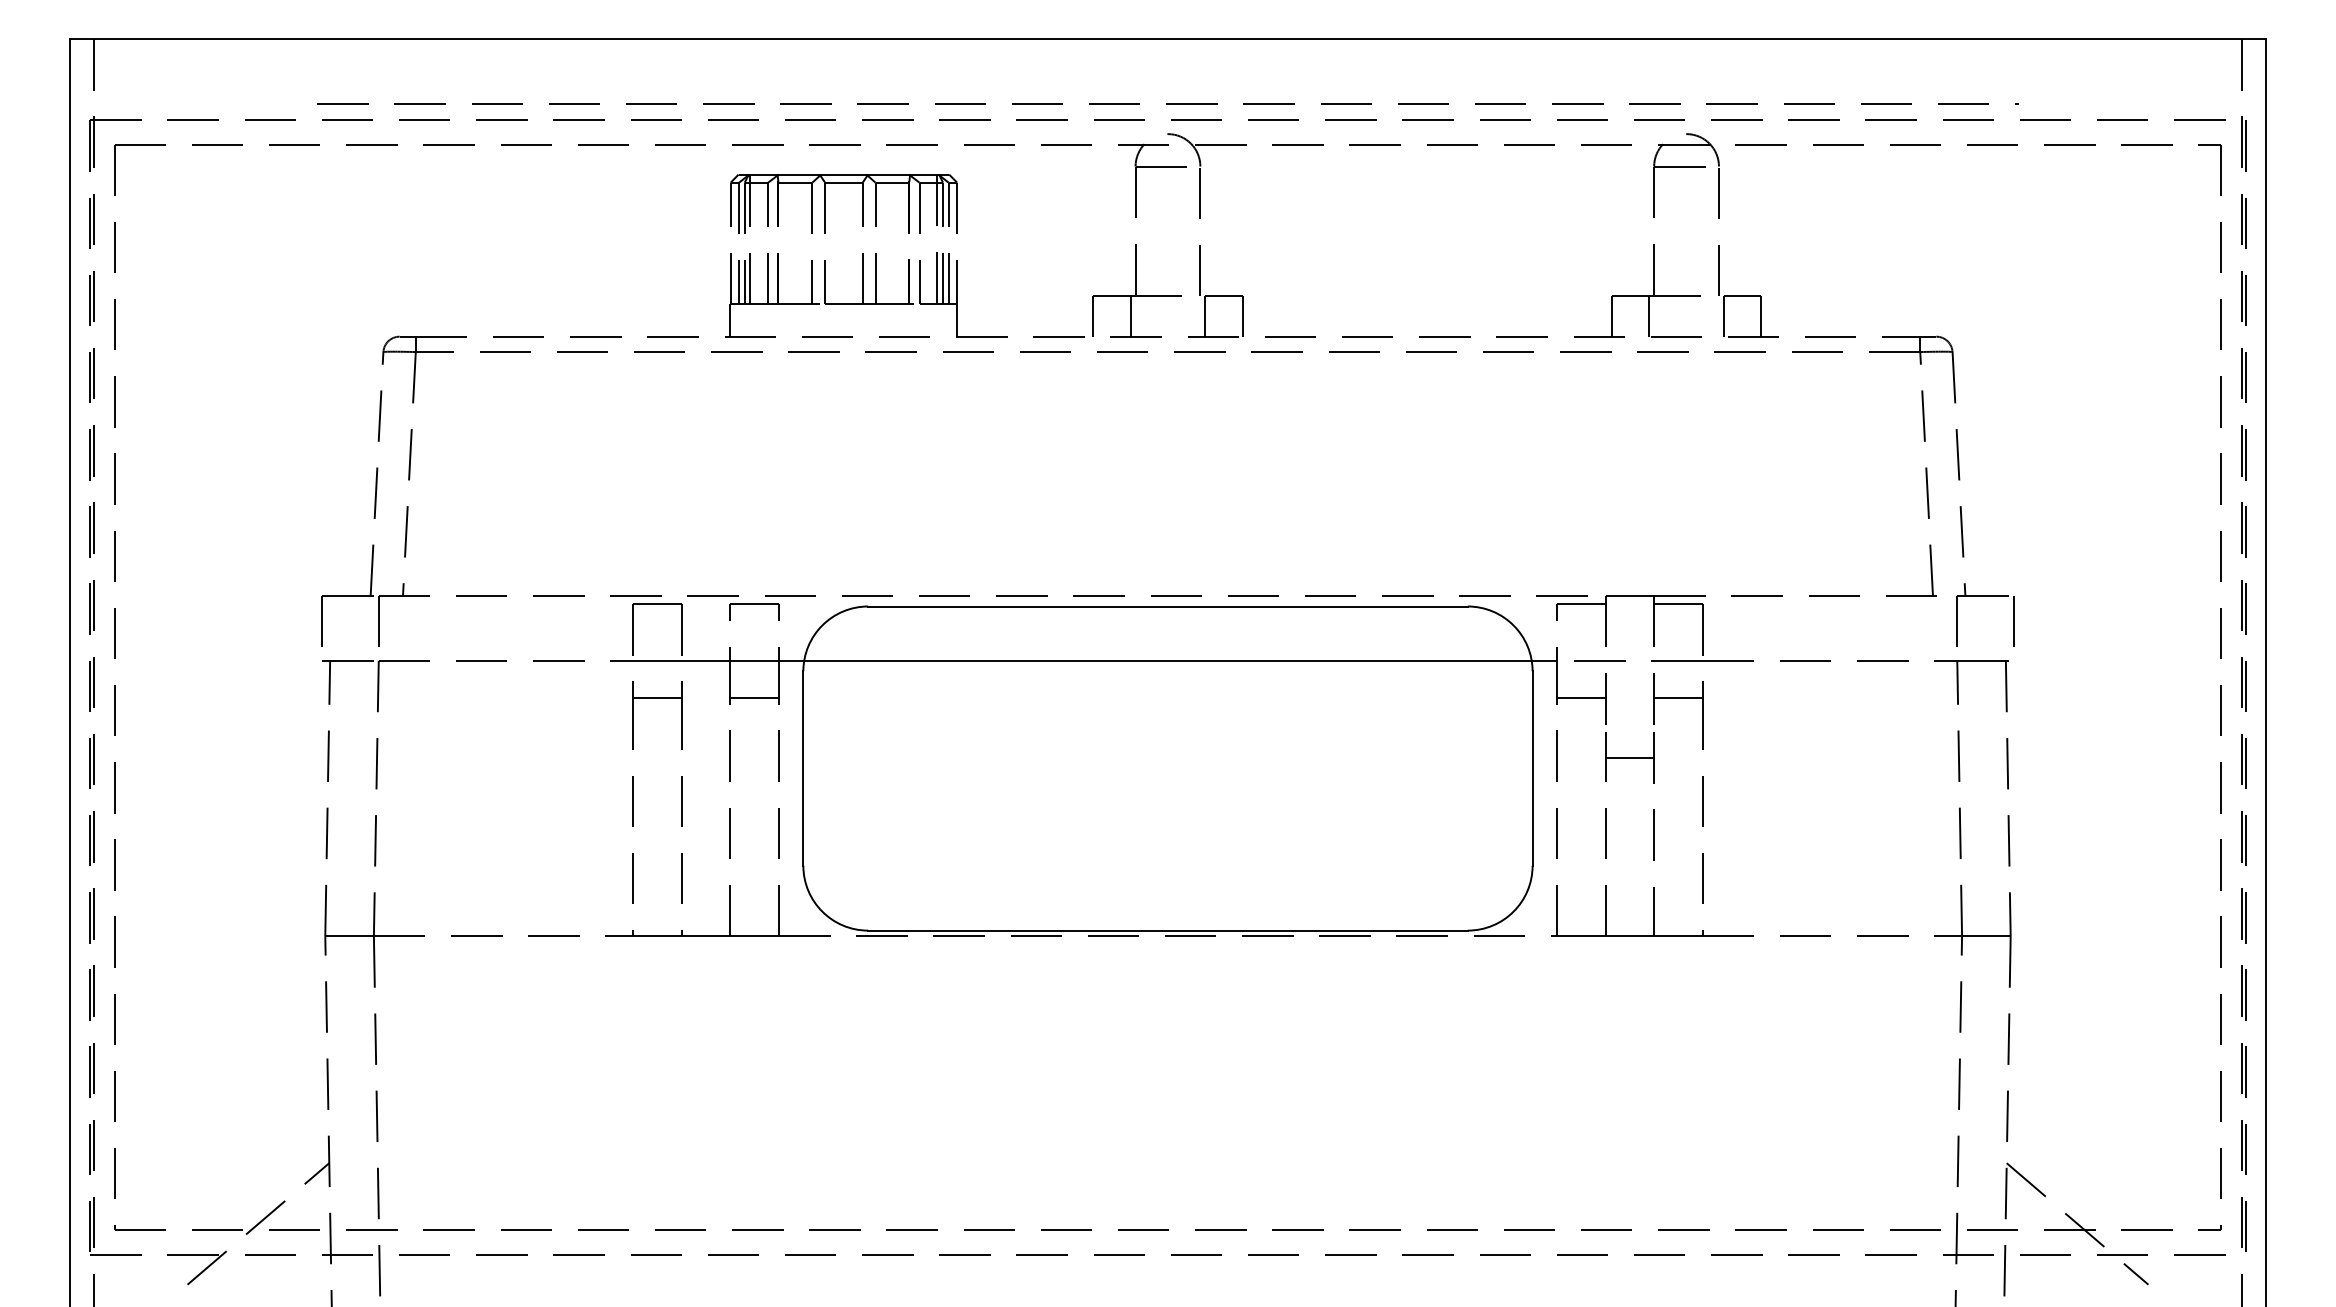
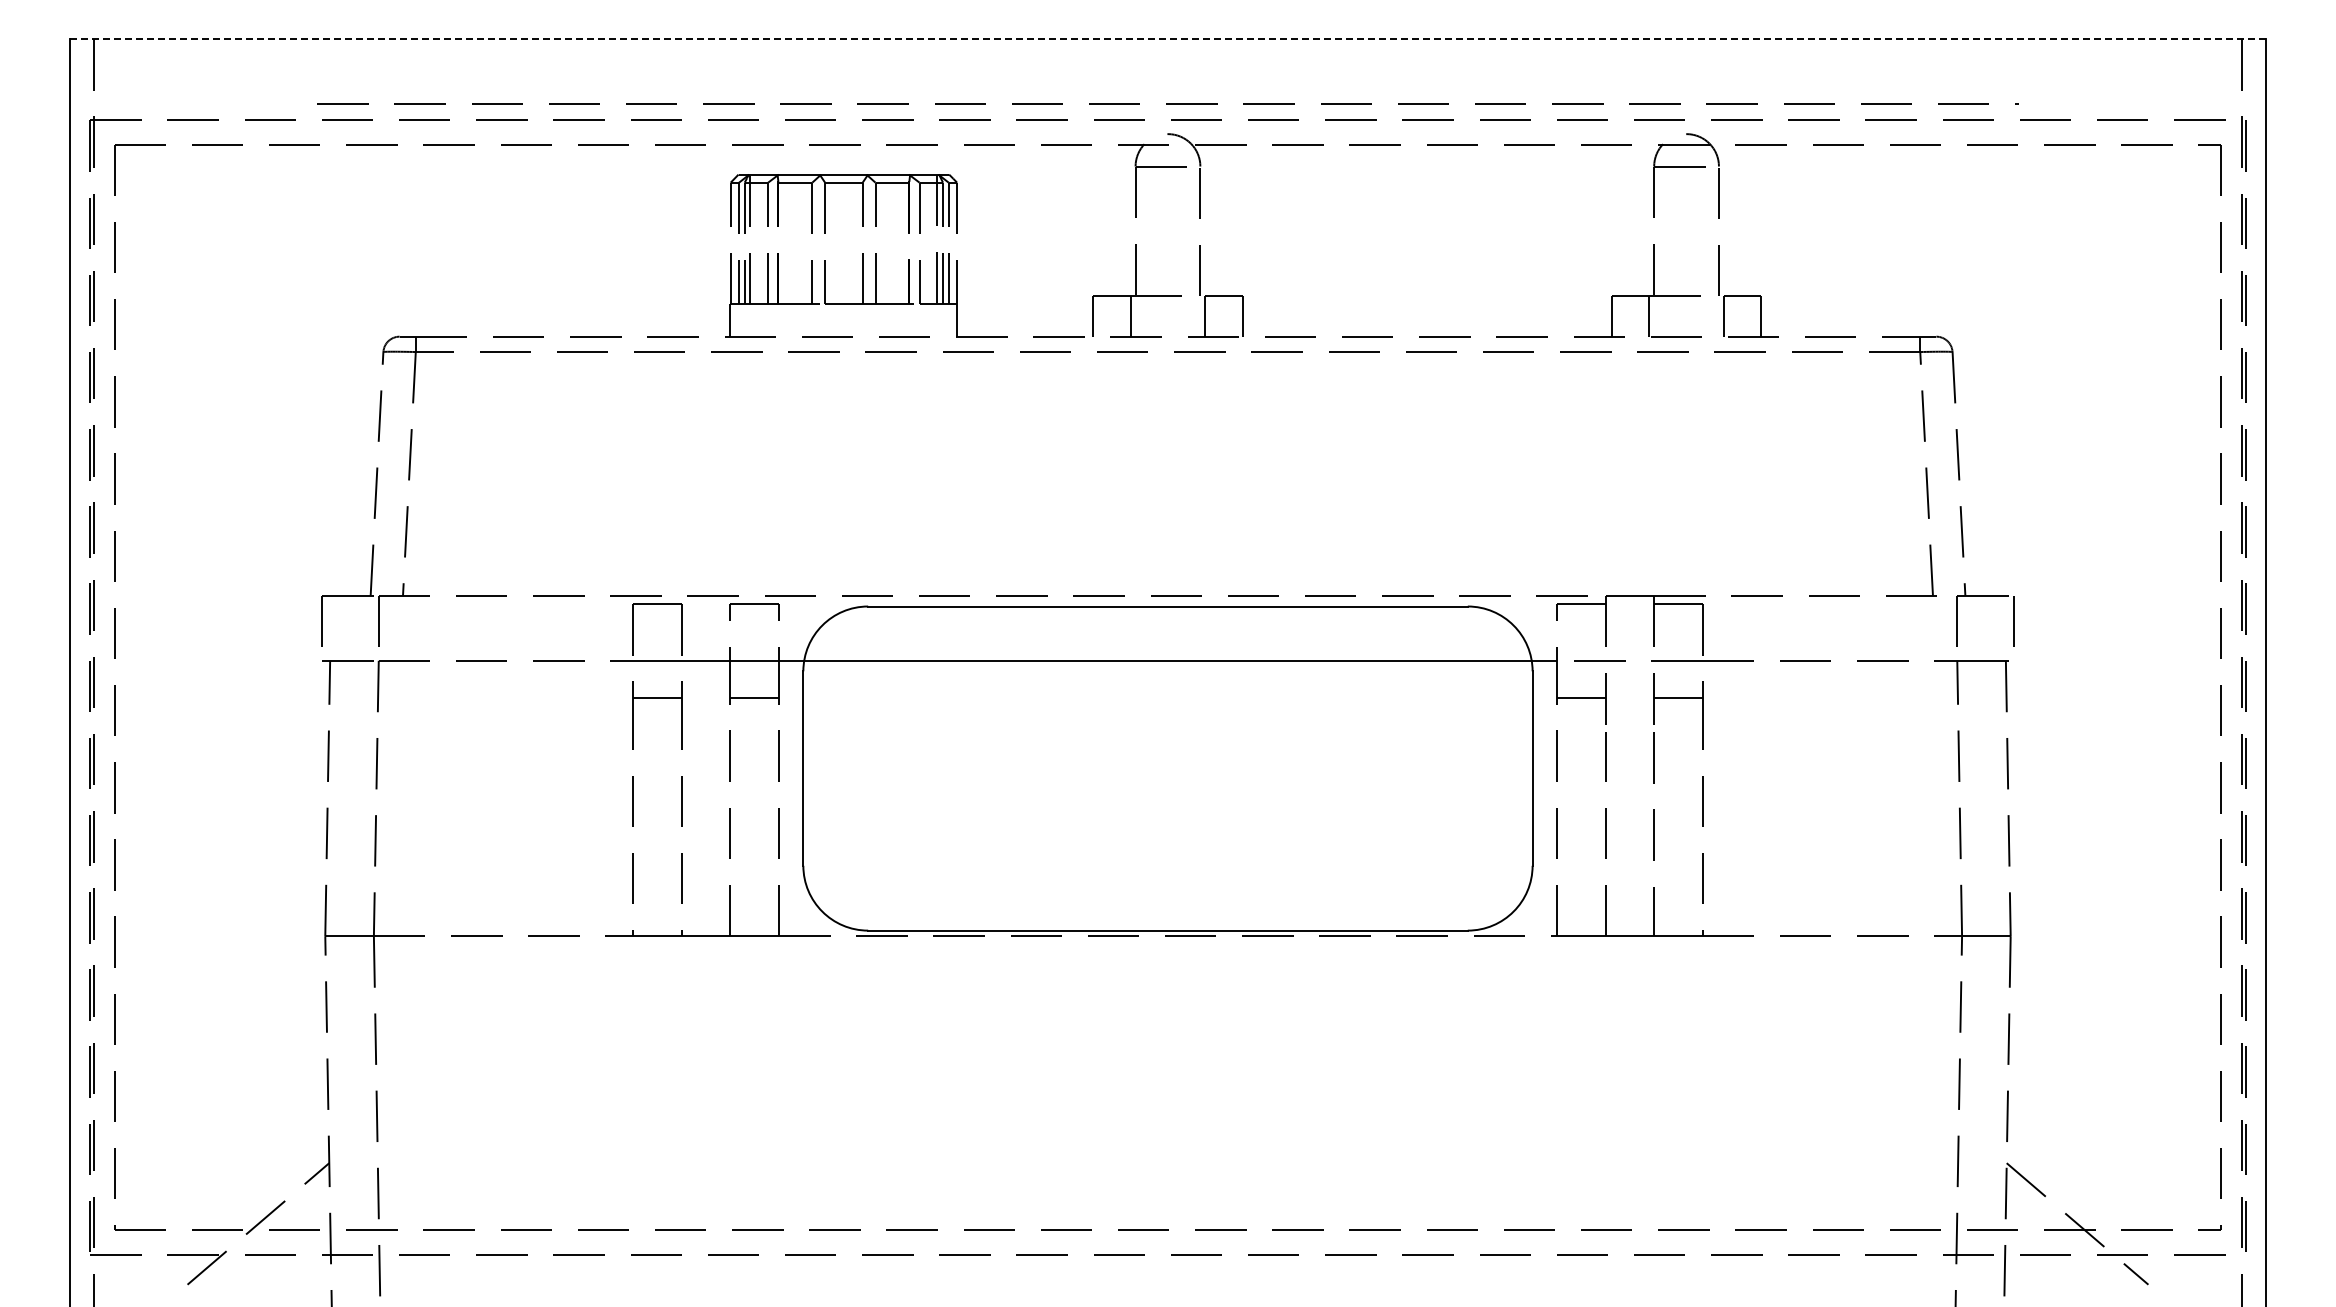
line at (1167, 39): solid -> dashed
line at (1629, 758): present -> none
